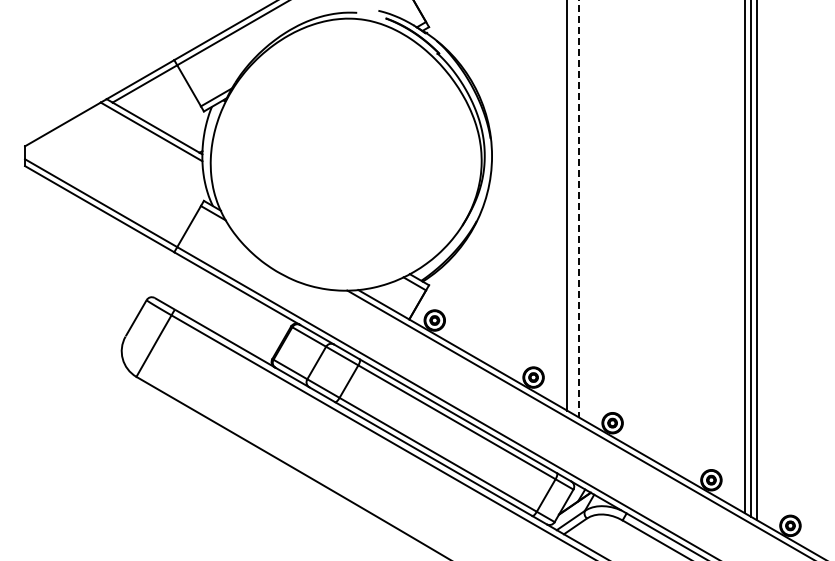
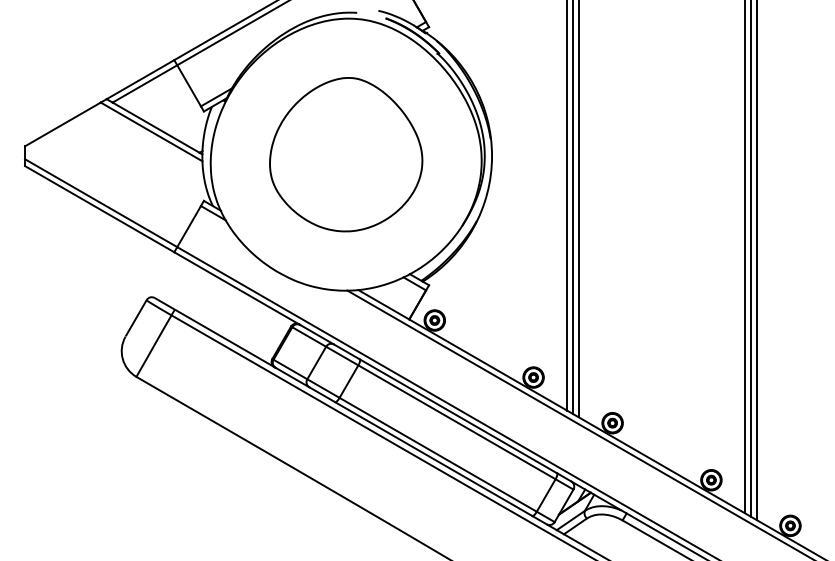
part at (346, 154): none -> present
line at (573, 208): none -> present
line at (579, 209): dashed -> solid
